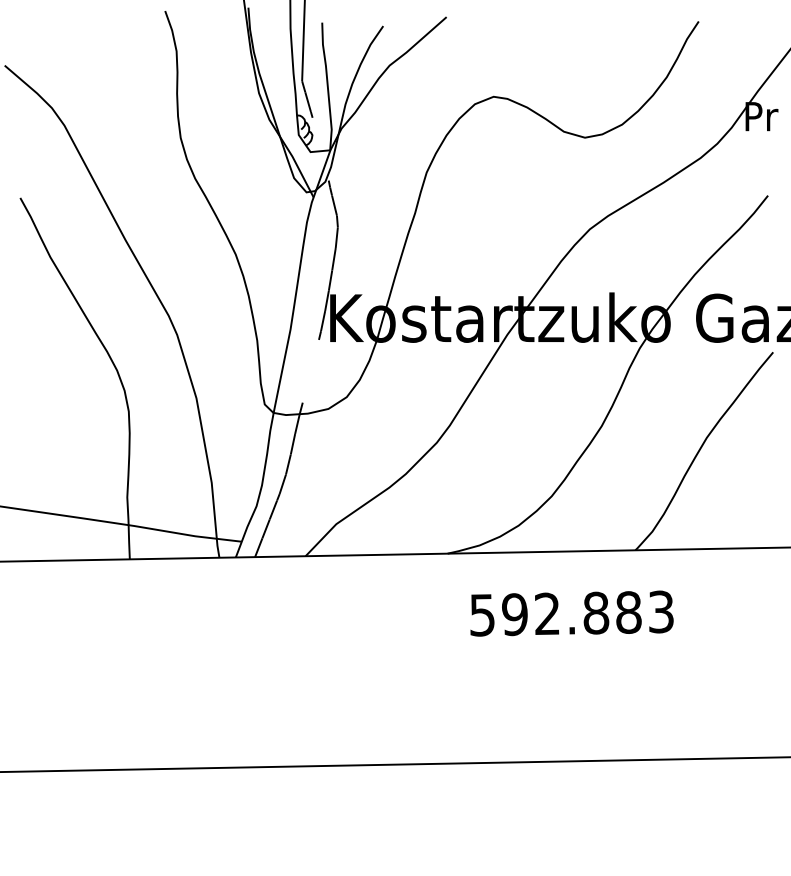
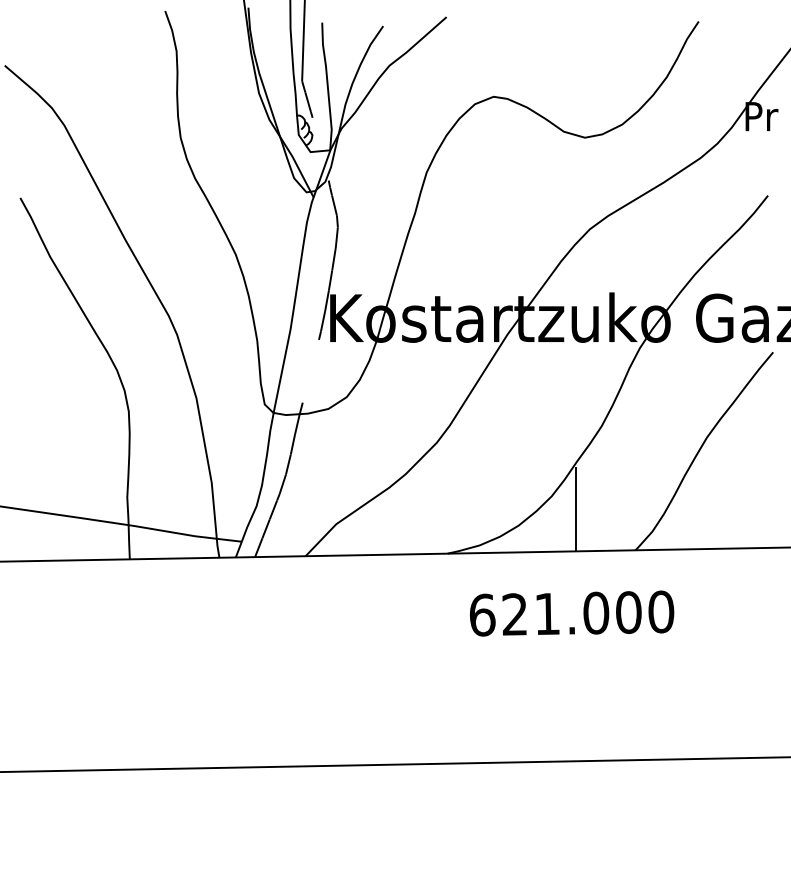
line at (576, 509): none -> present
text at (571, 613): 592.883 -> 621.000
